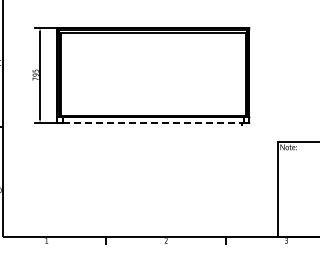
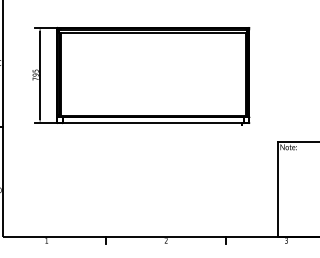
line at (153, 123): dashed -> solid
